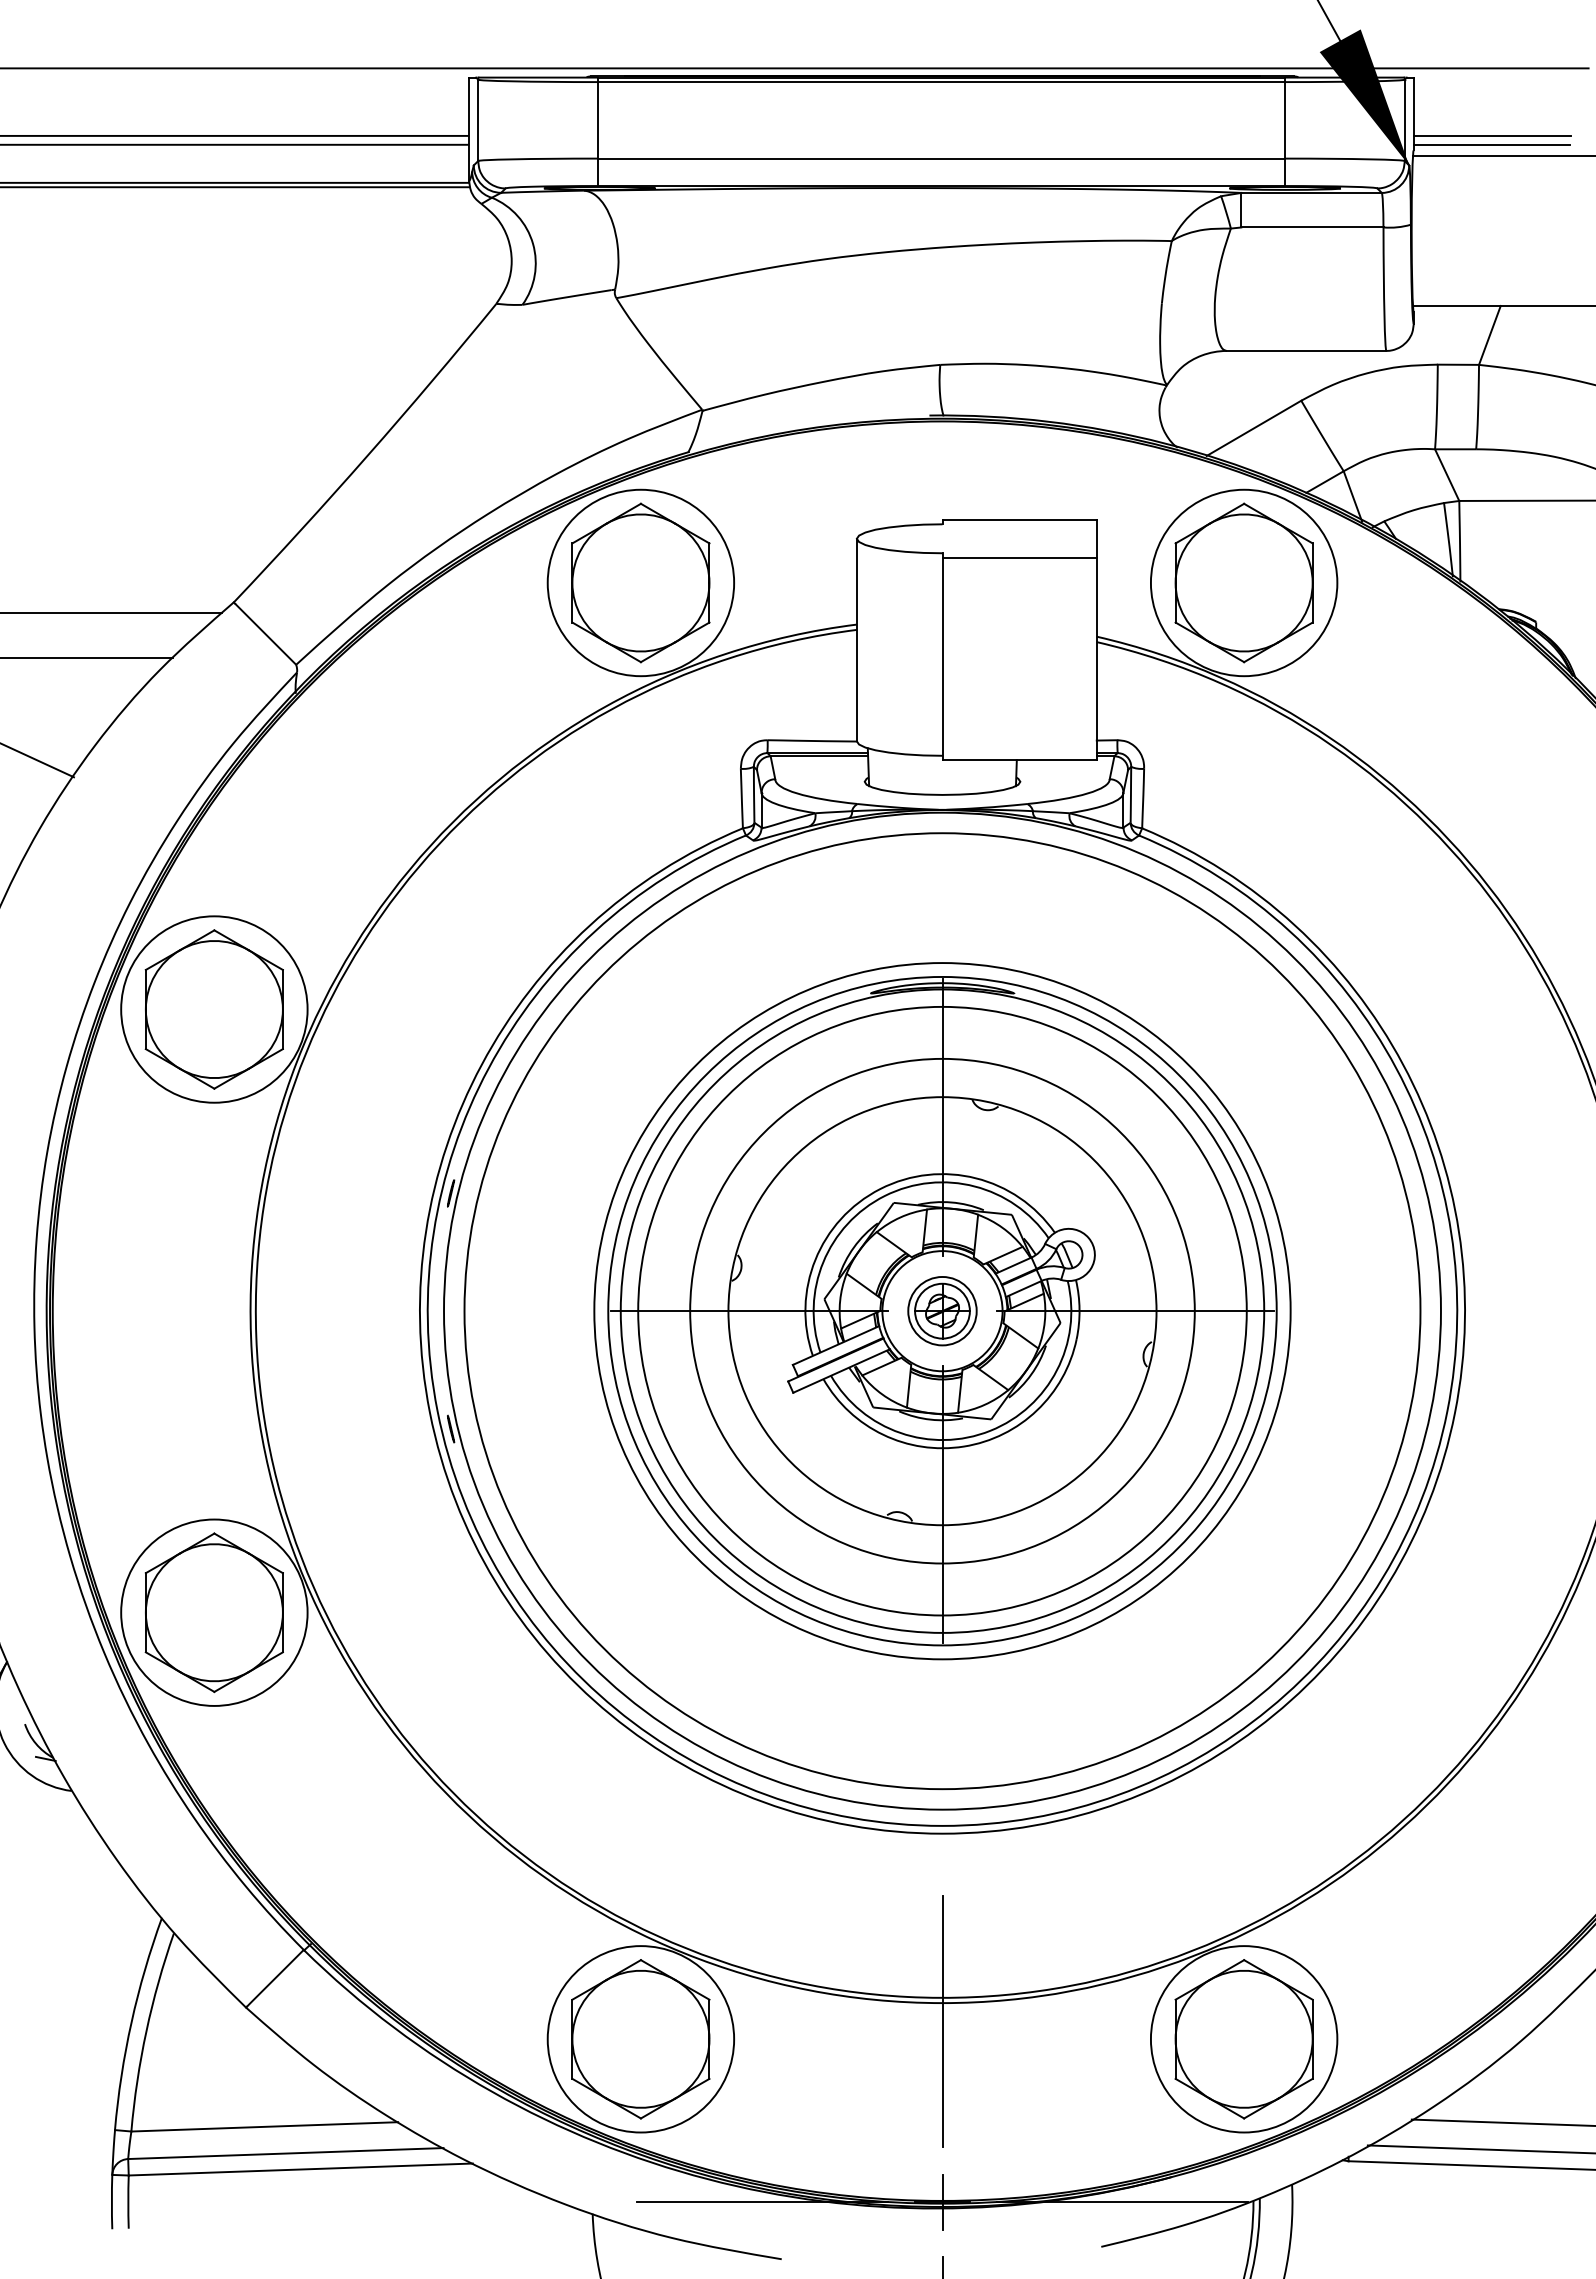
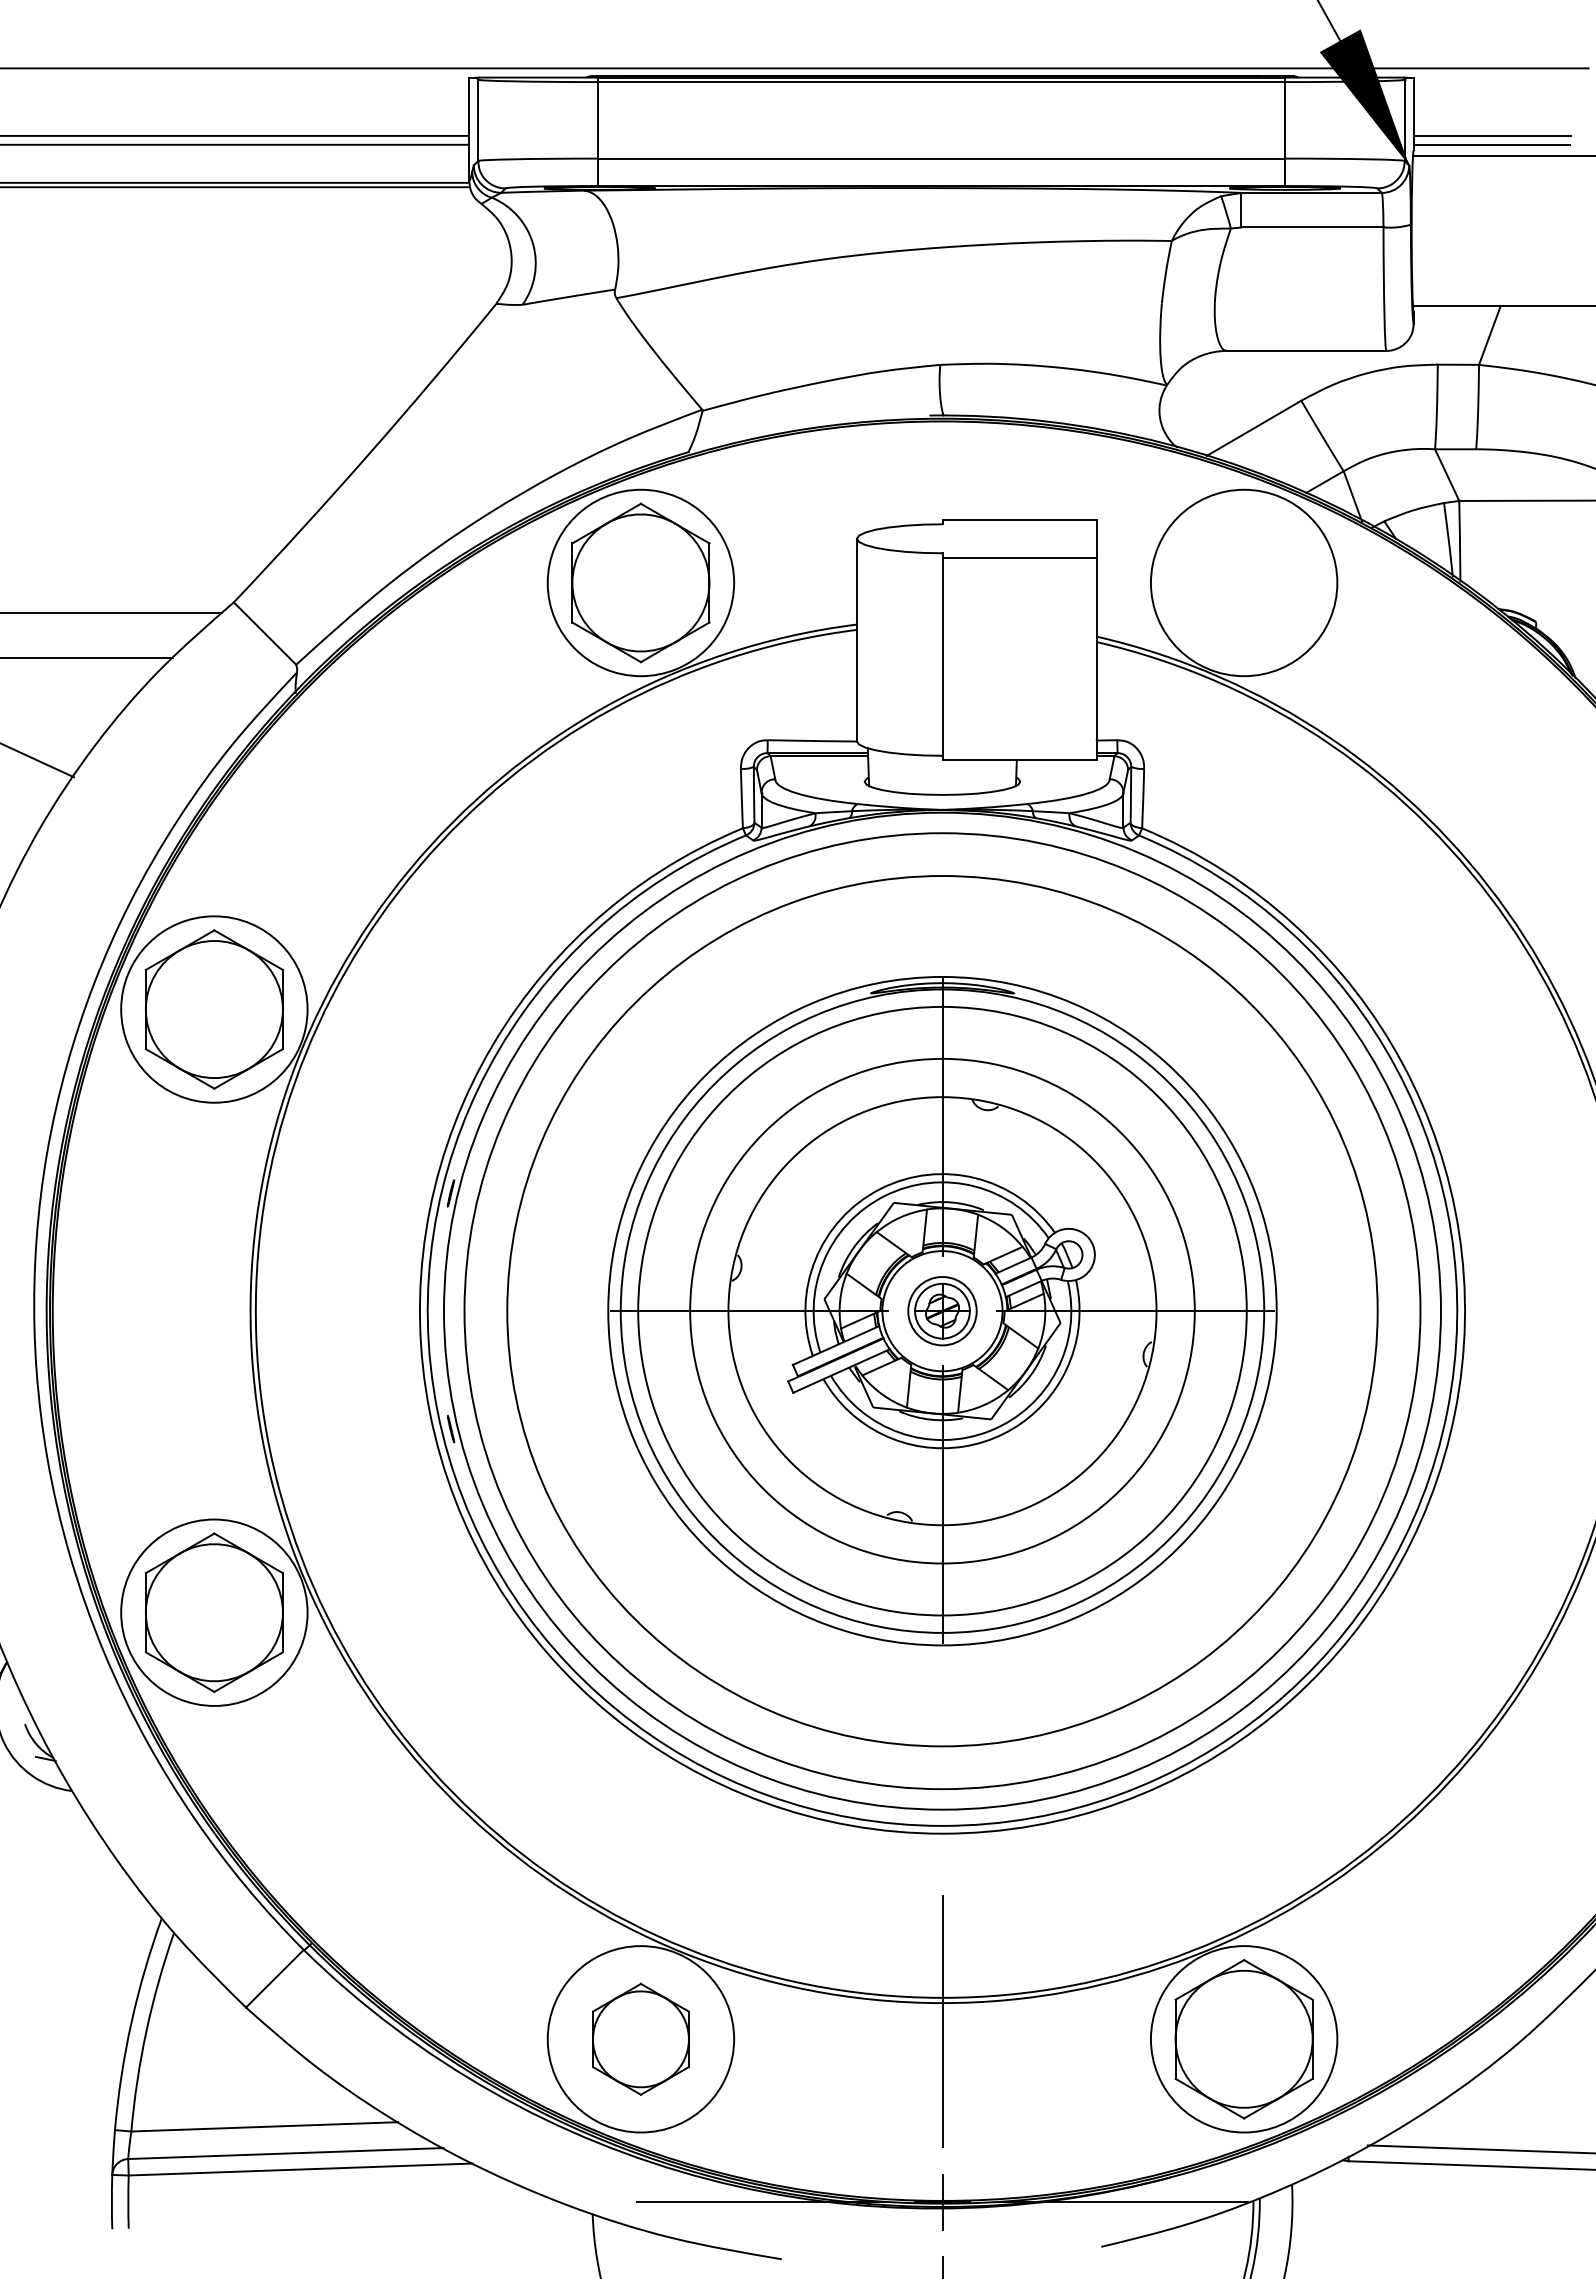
part at (1243, 582): present -> none
circle at (942, 1311) diameter: 696 px -> 870 px
part at (640, 2039) size: 140x161 px -> 98x114 px
line at (1501, 2122): present -> none
